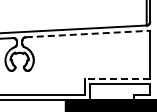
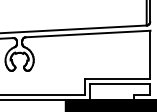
line at (88, 34): dashed -> solid
line at (117, 78): dashed -> solid
